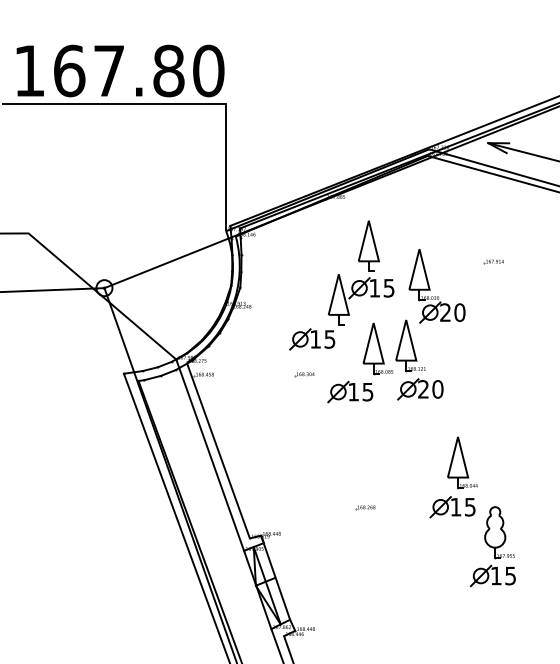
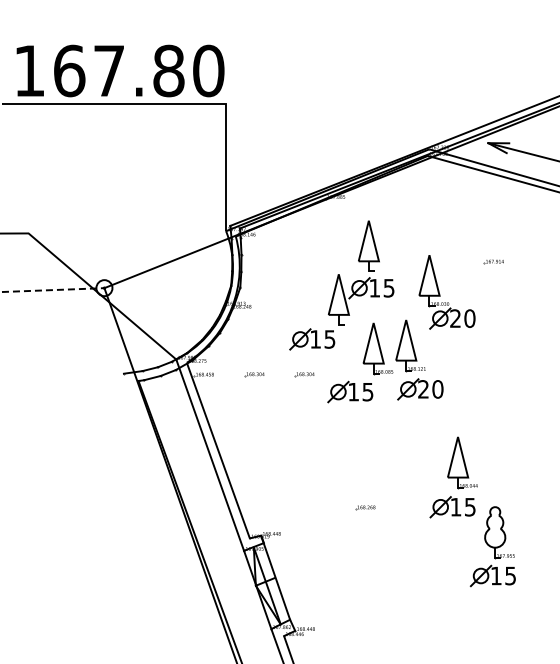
part at (430, 288) position: (430, 288) -> (440, 294)
line at (52, 290): solid -> dashed
part at (254, 374): none -> present
line at (175, 516): present -> none
